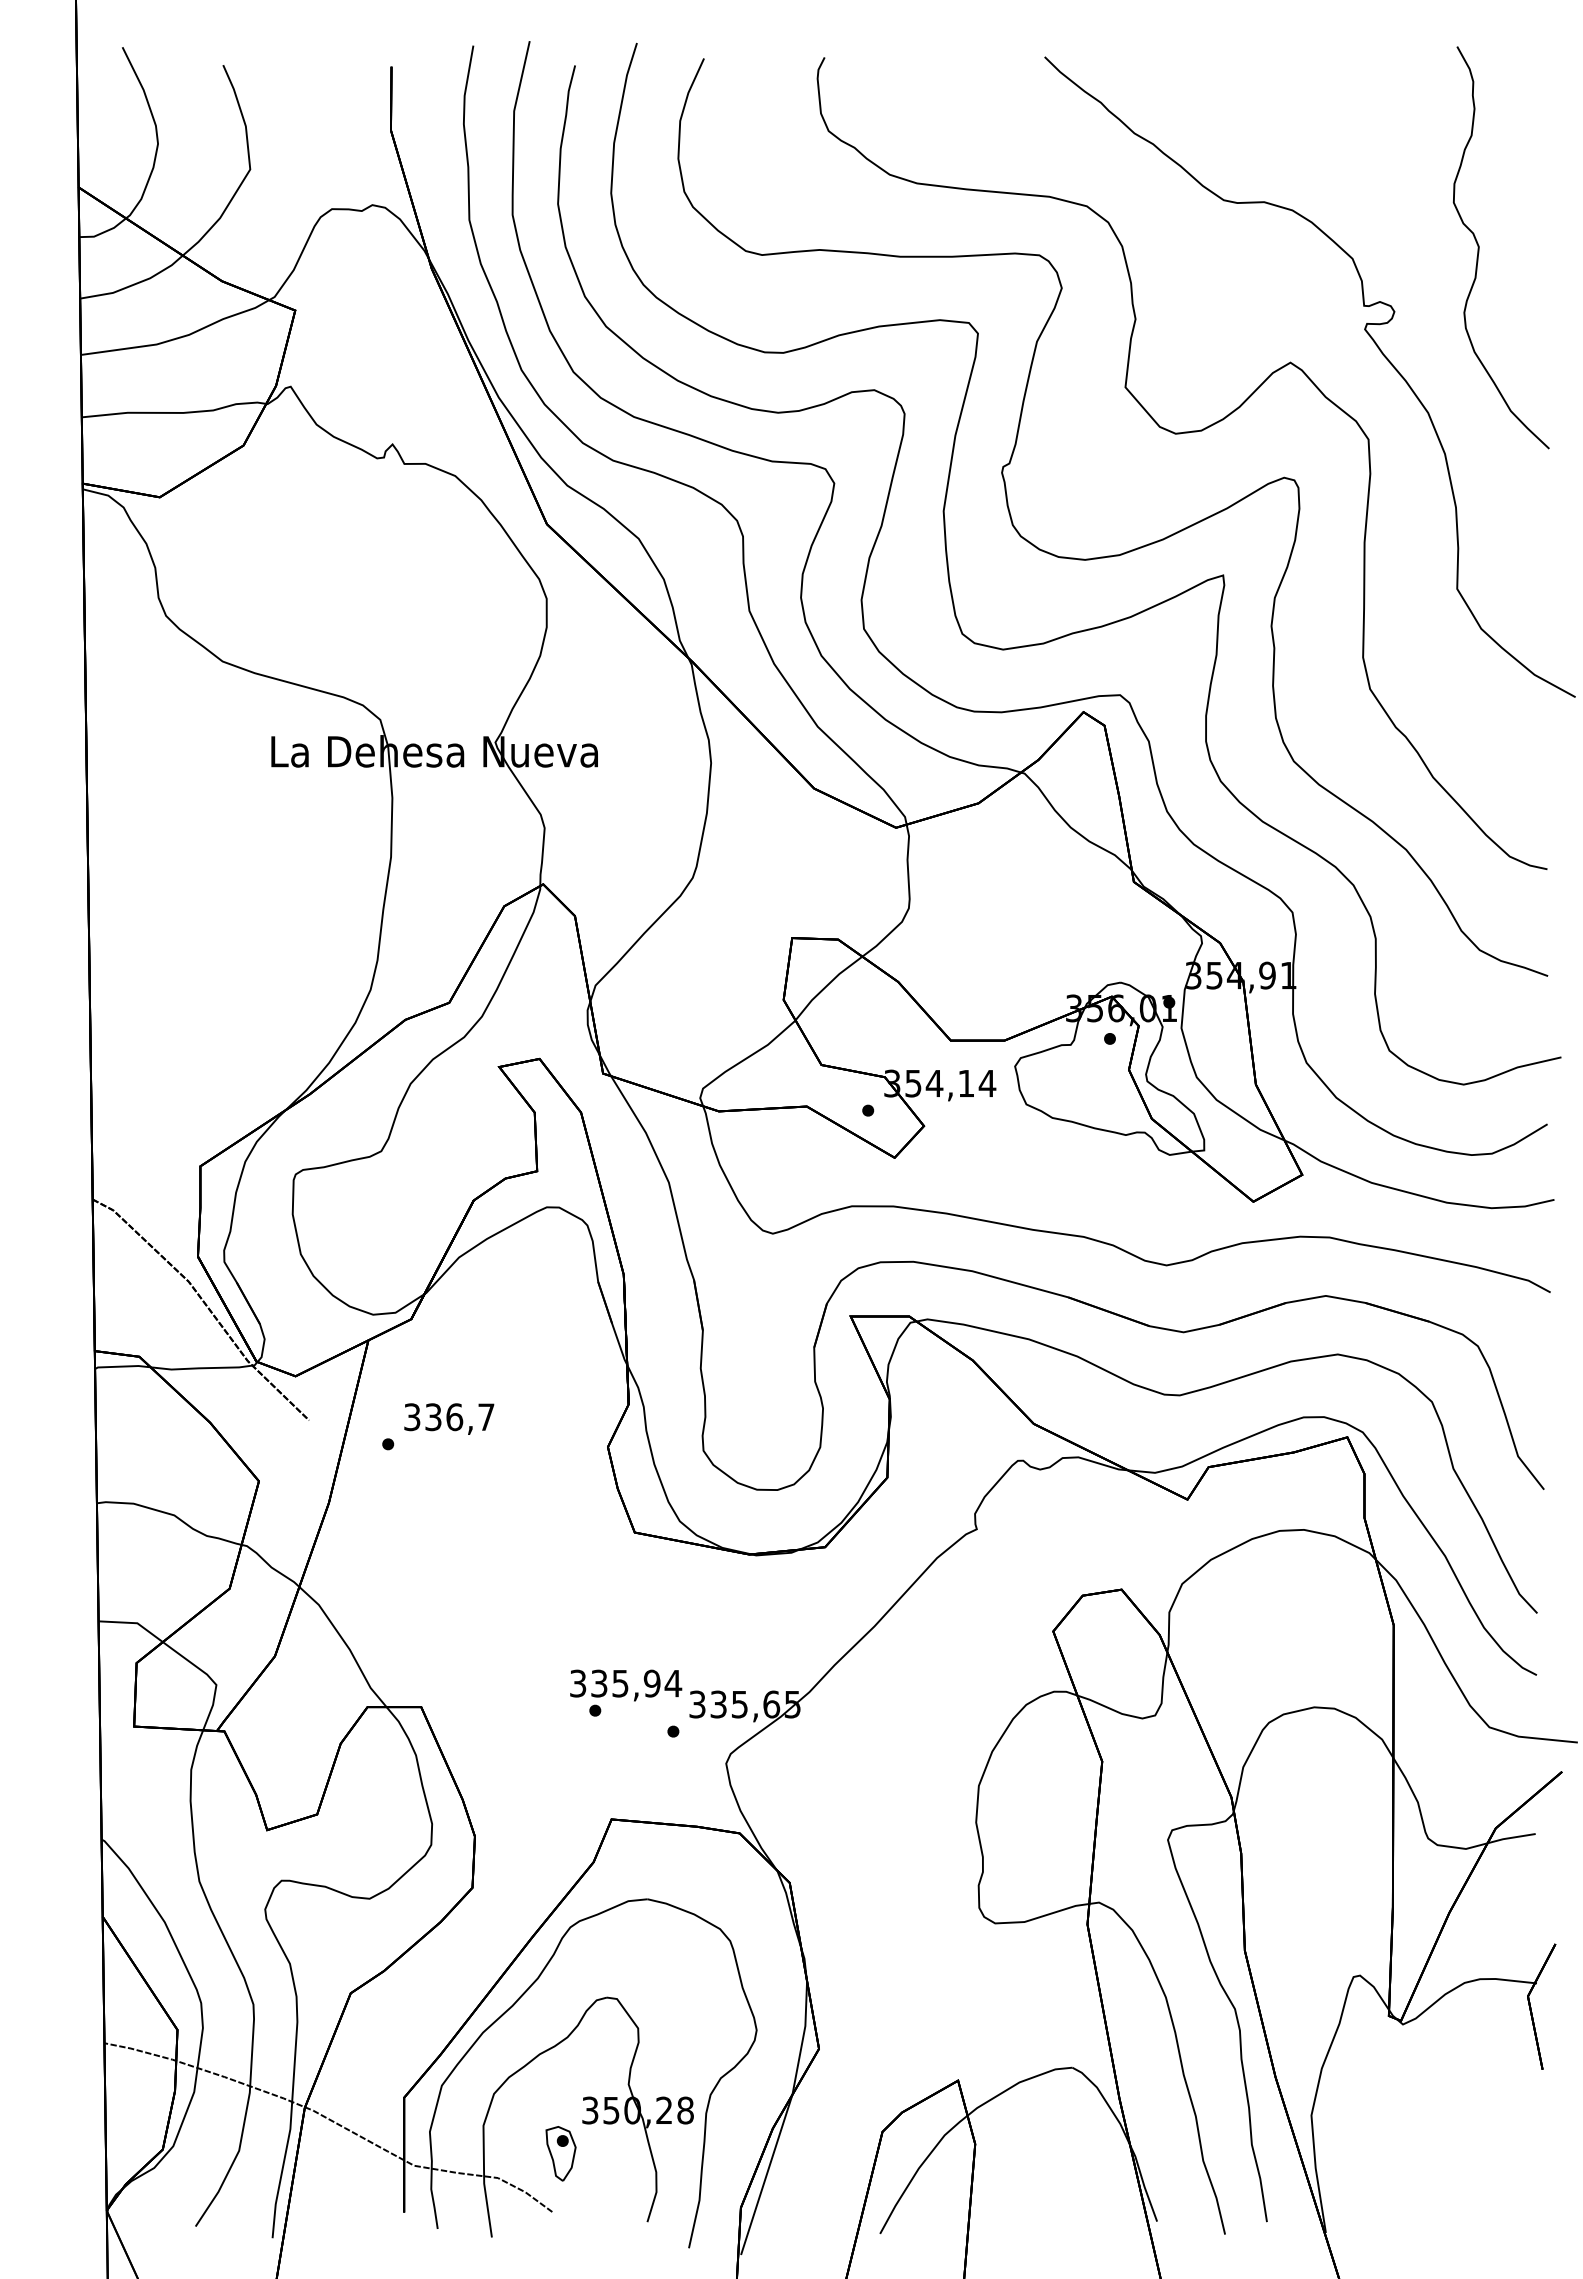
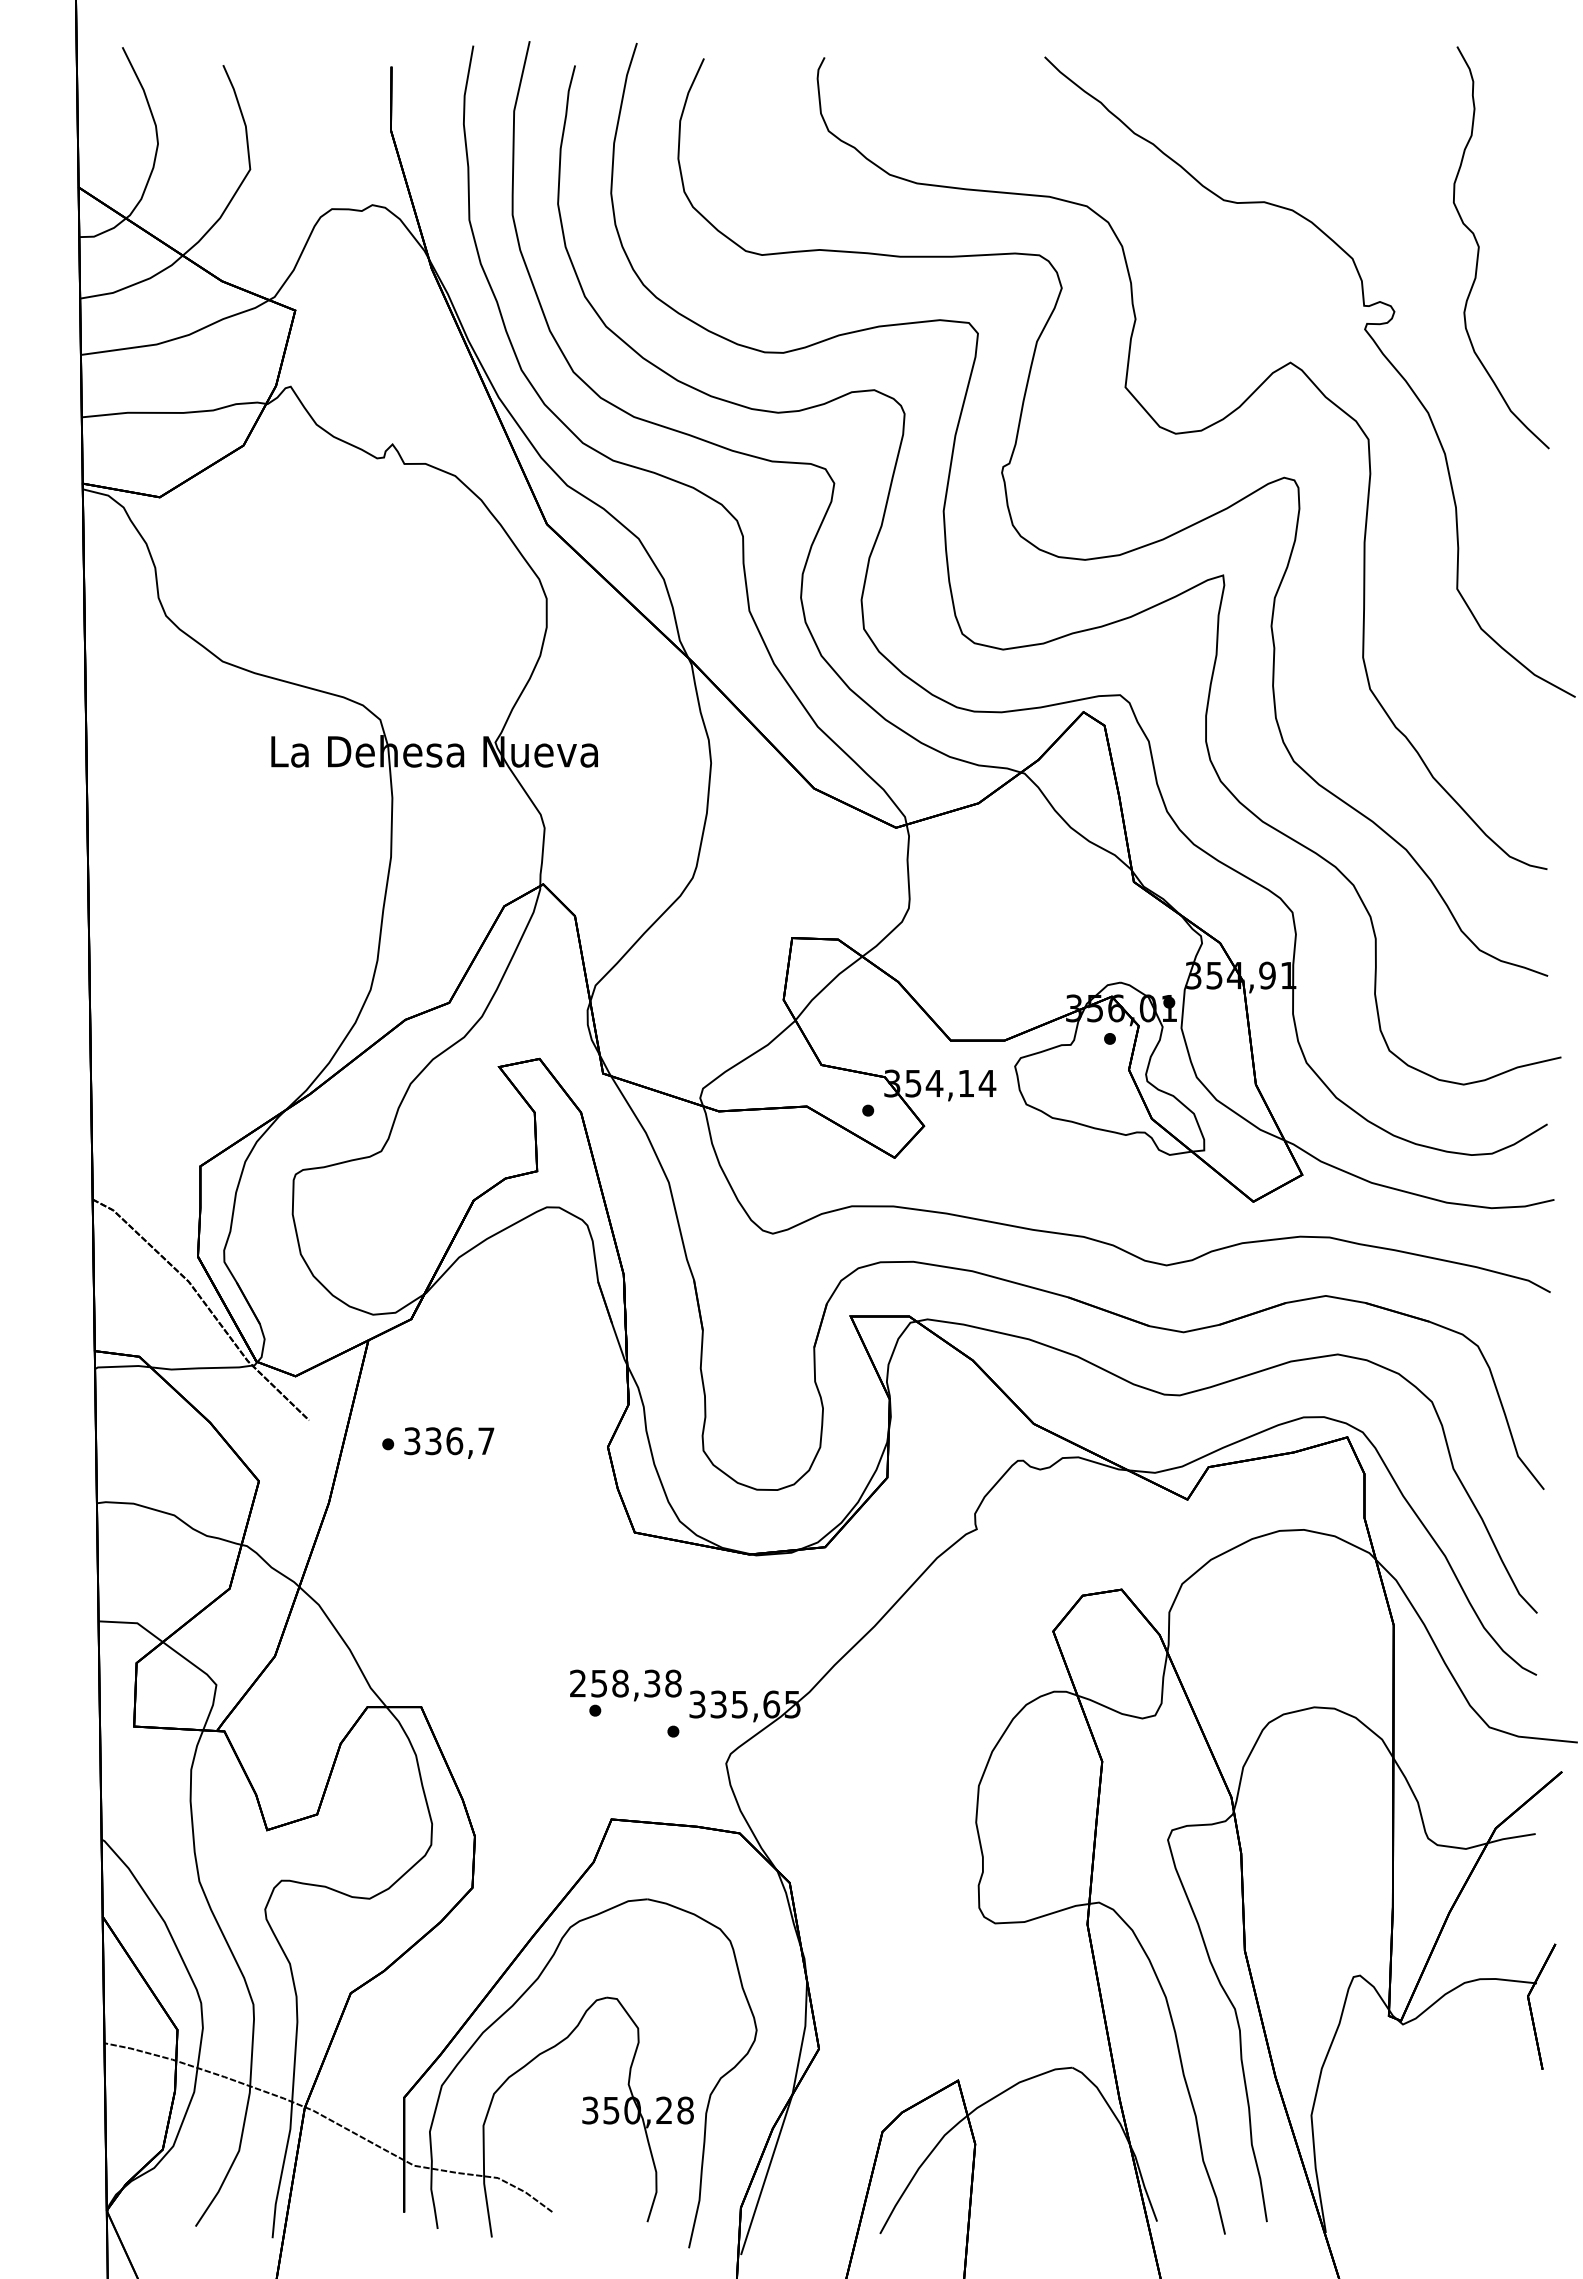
text at (449, 1418) position: (449, 1418) -> (449, 1442)
text at (626, 1683): 335,94 -> 258,38
part at (560, 2153): present -> none
